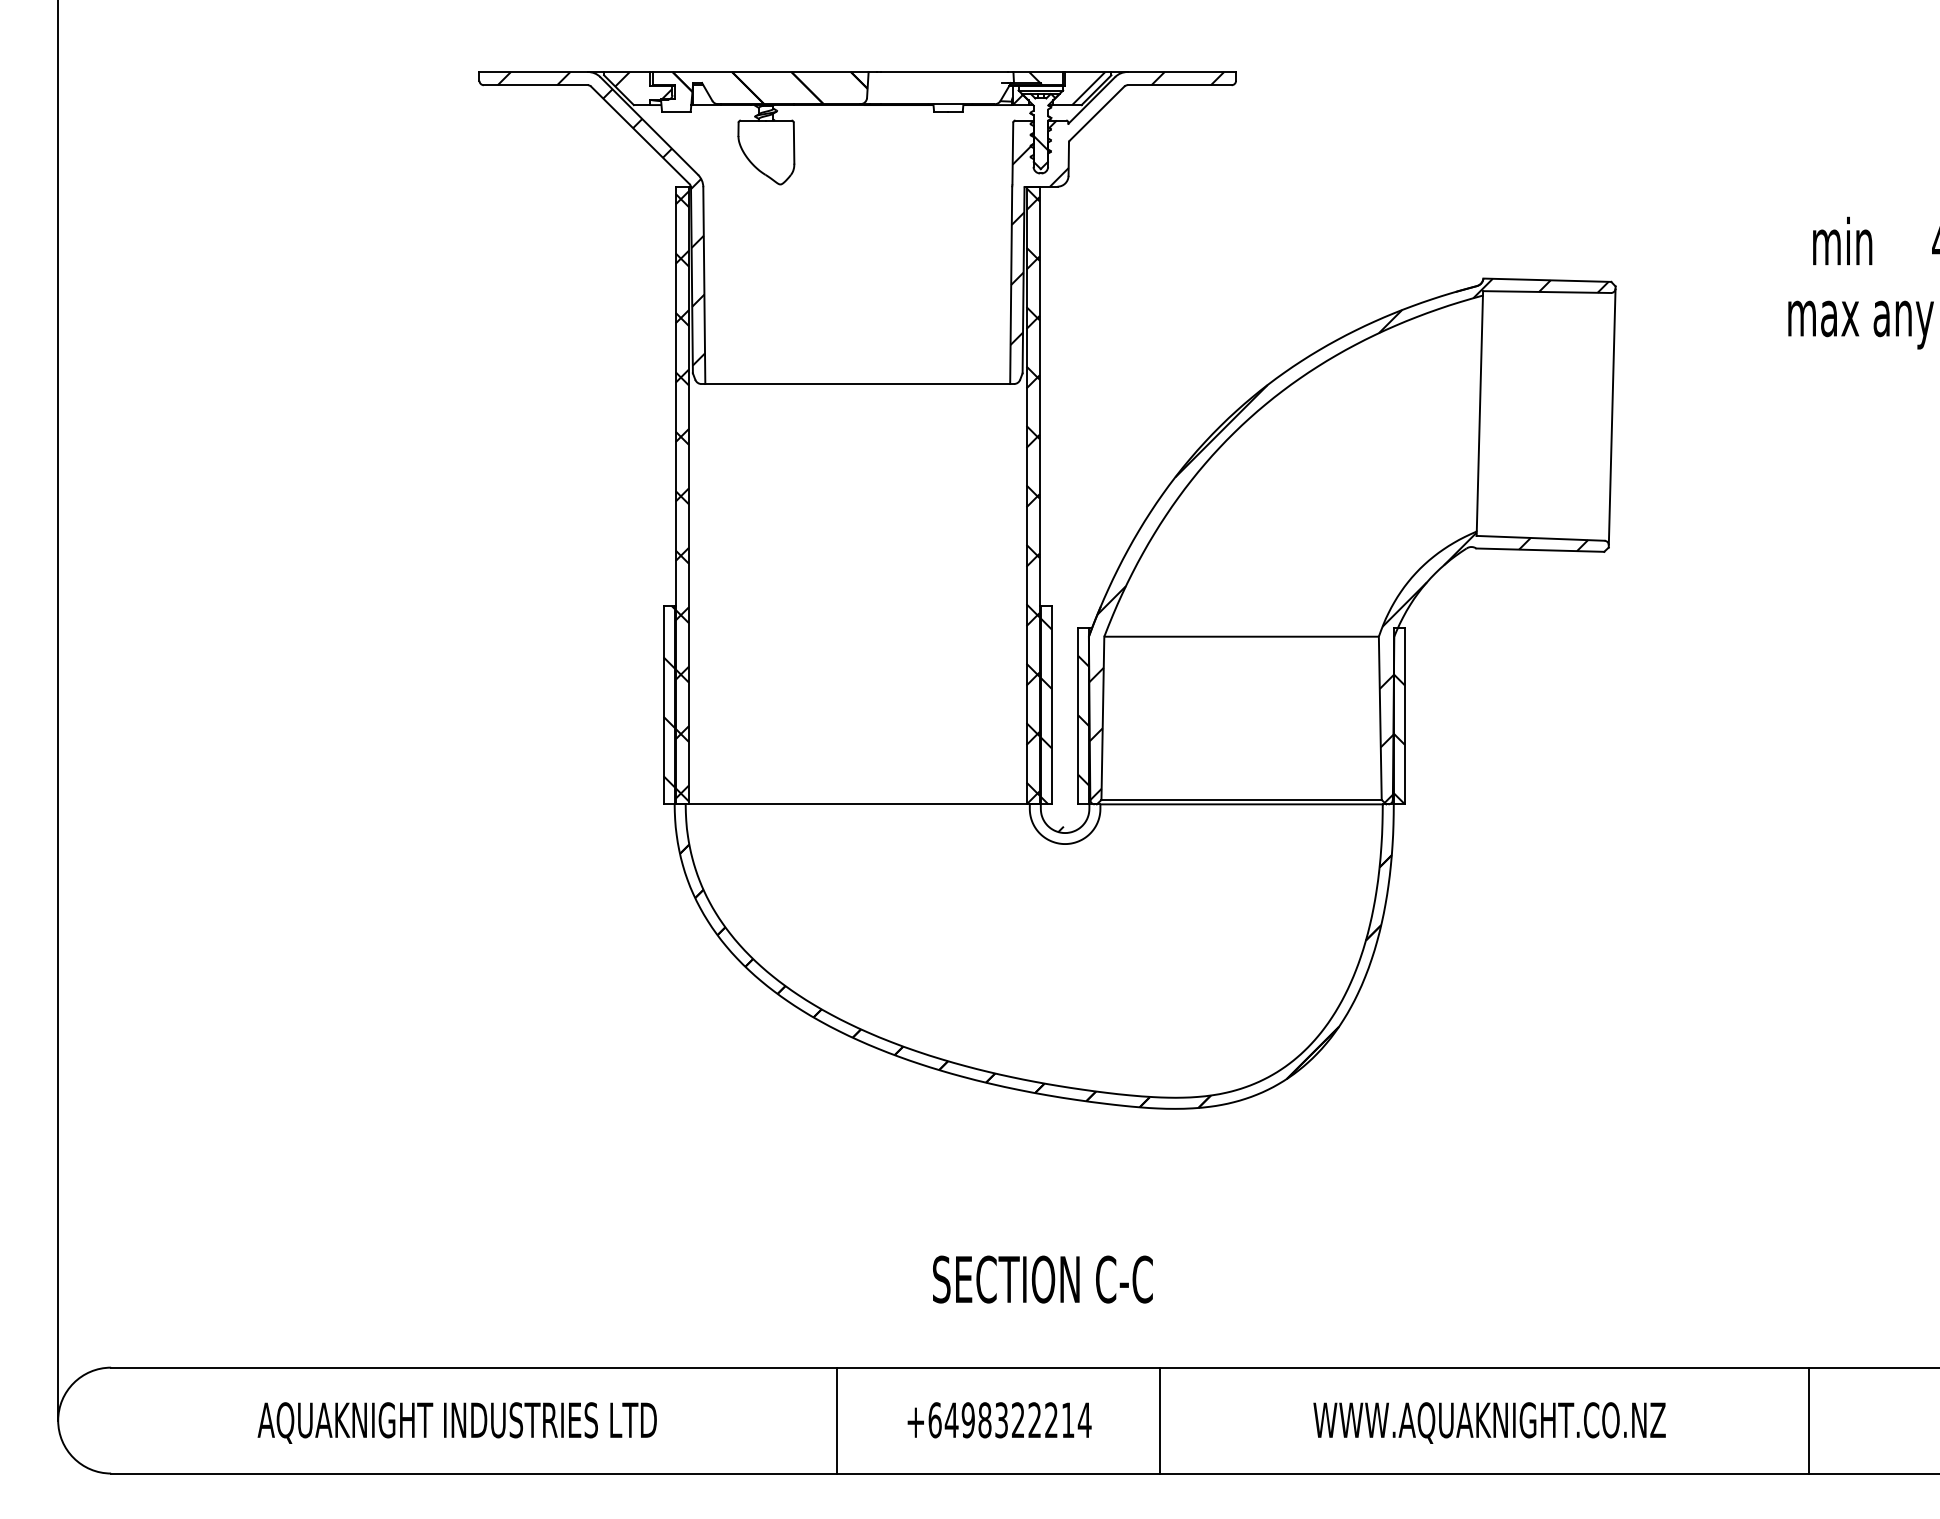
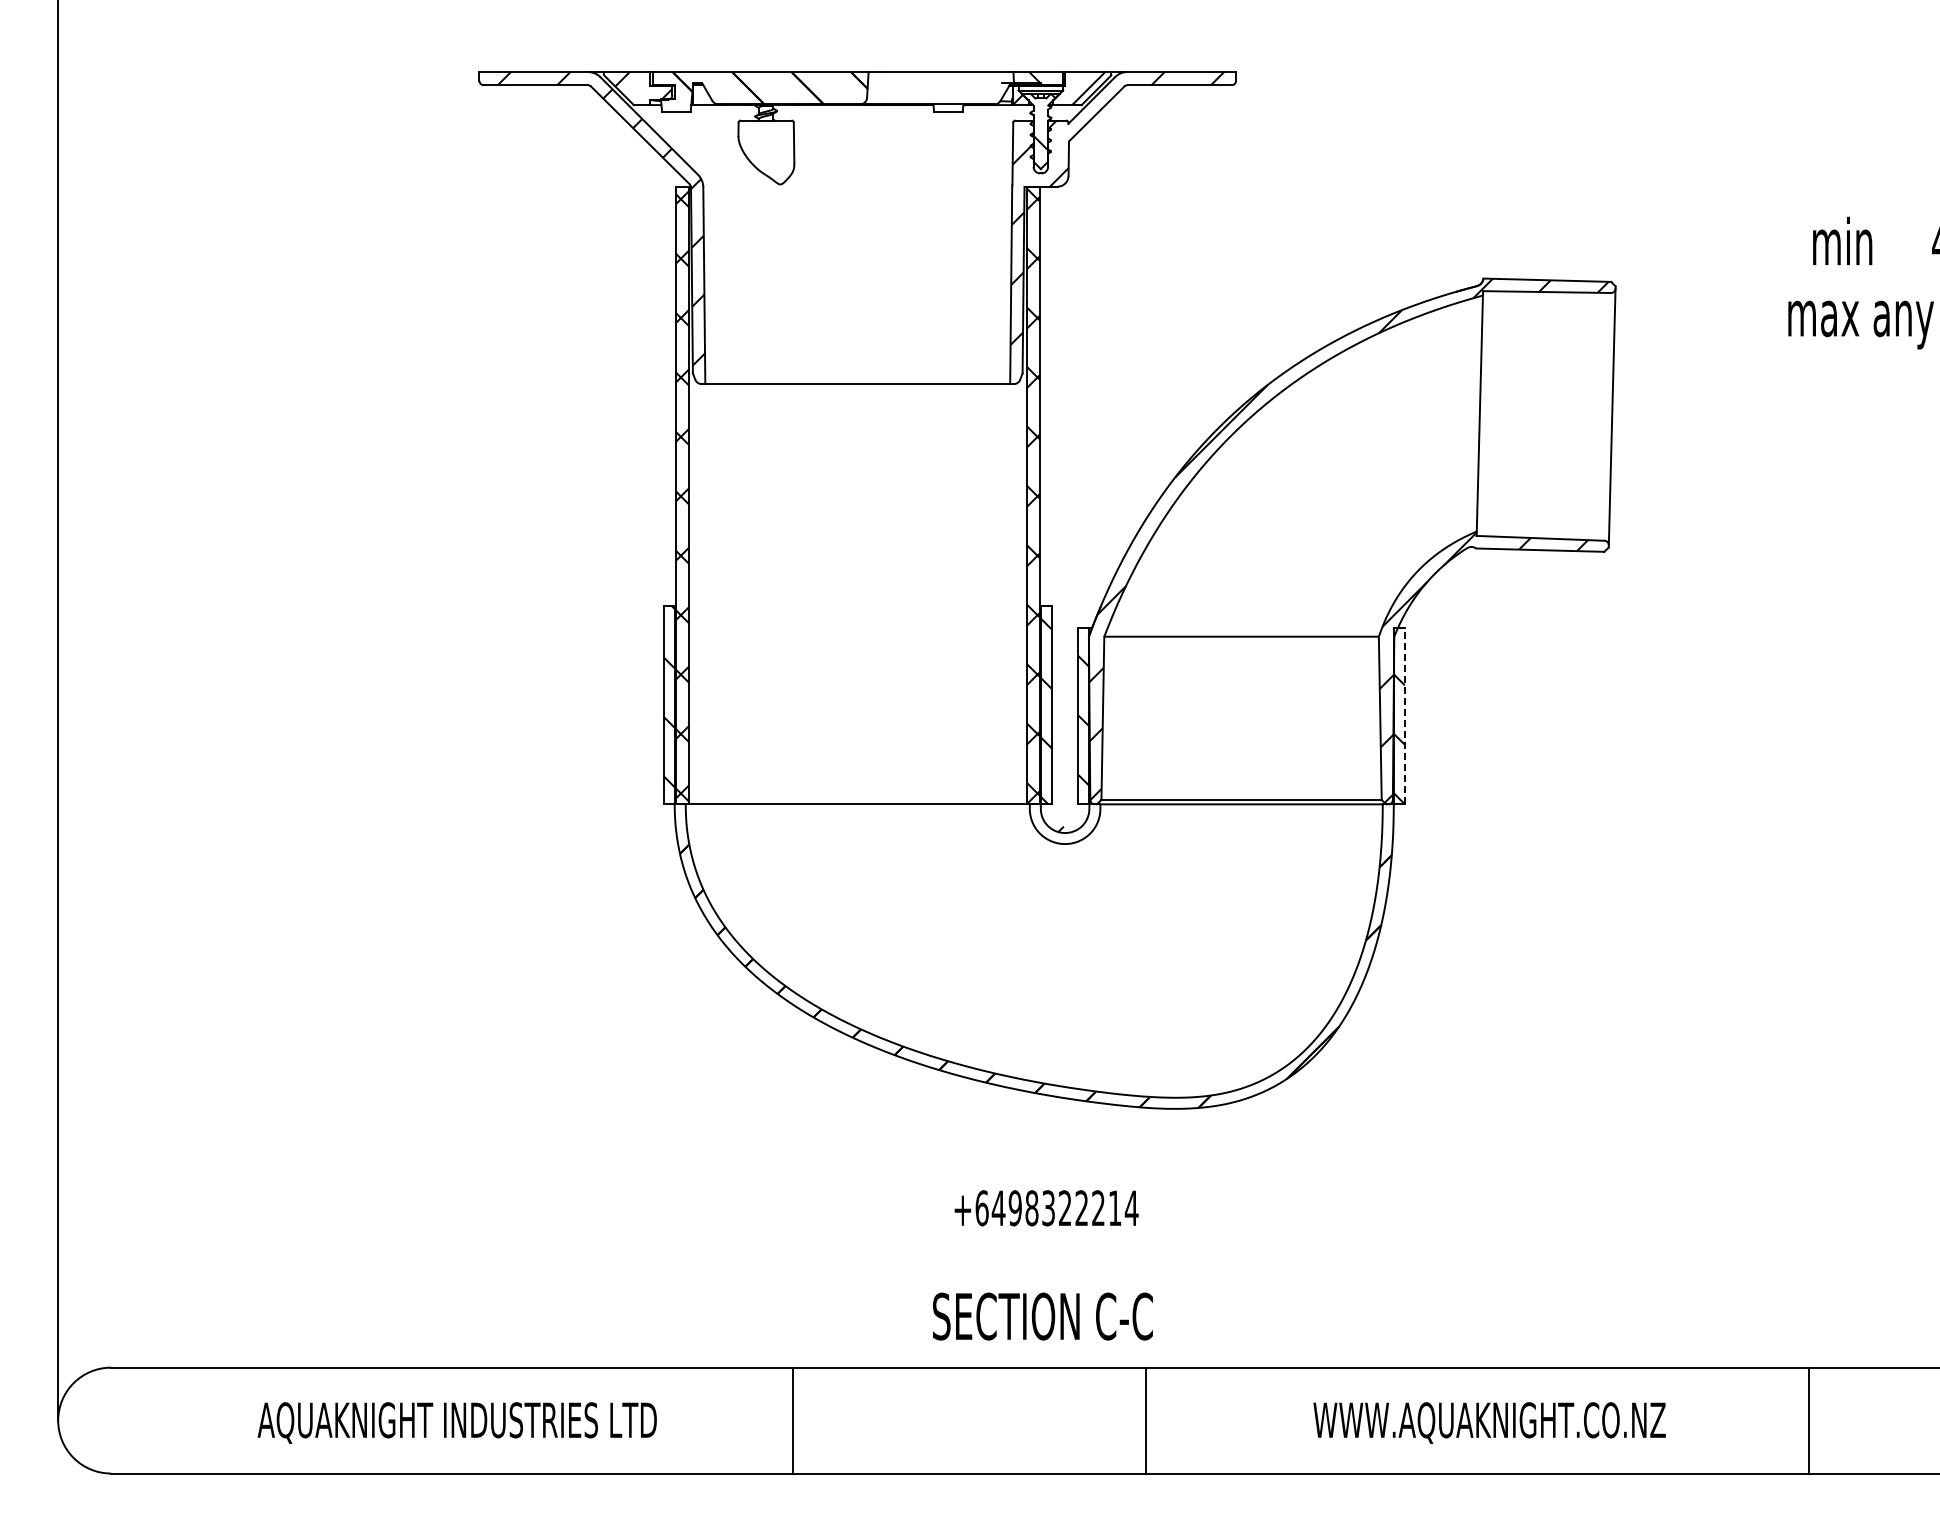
line at (1404, 715): solid -> dashed
text at (1042, 1279) position: (1042, 1279) -> (1042, 1316)
line at (836, 1420) position: (836, 1420) -> (792, 1420)
text at (999, 1420) position: (999, 1420) -> (1046, 1208)
line at (1159, 1420) position: (1159, 1420) -> (1145, 1420)
